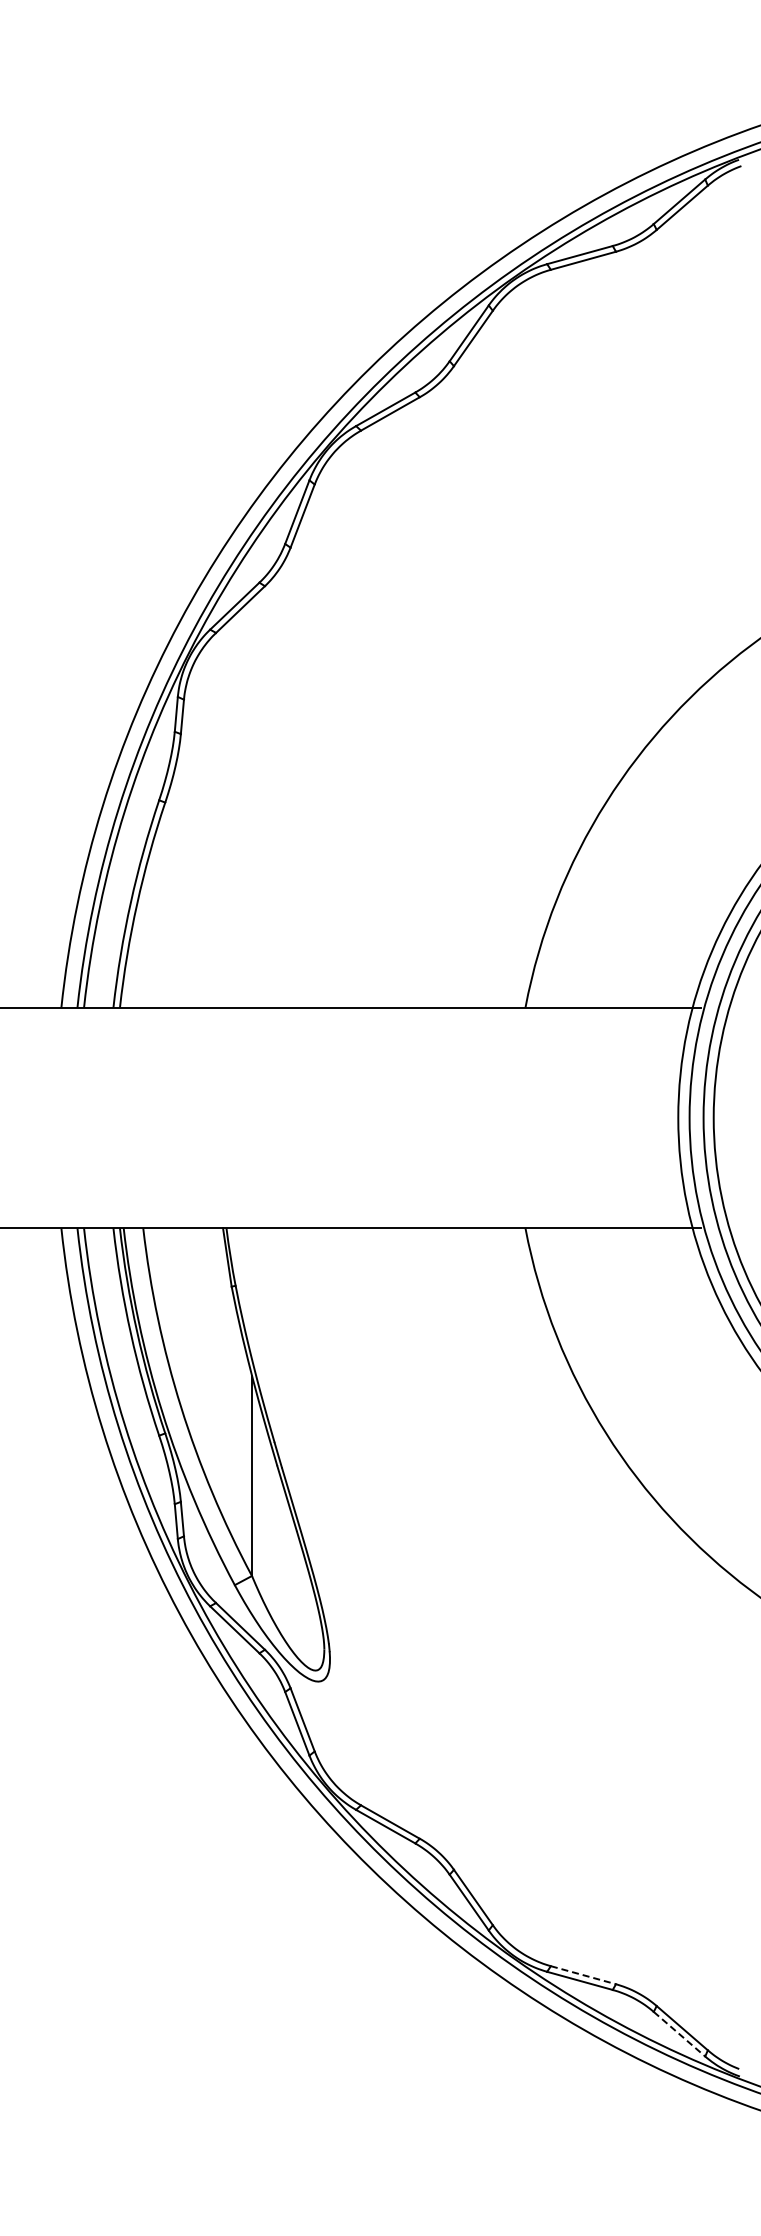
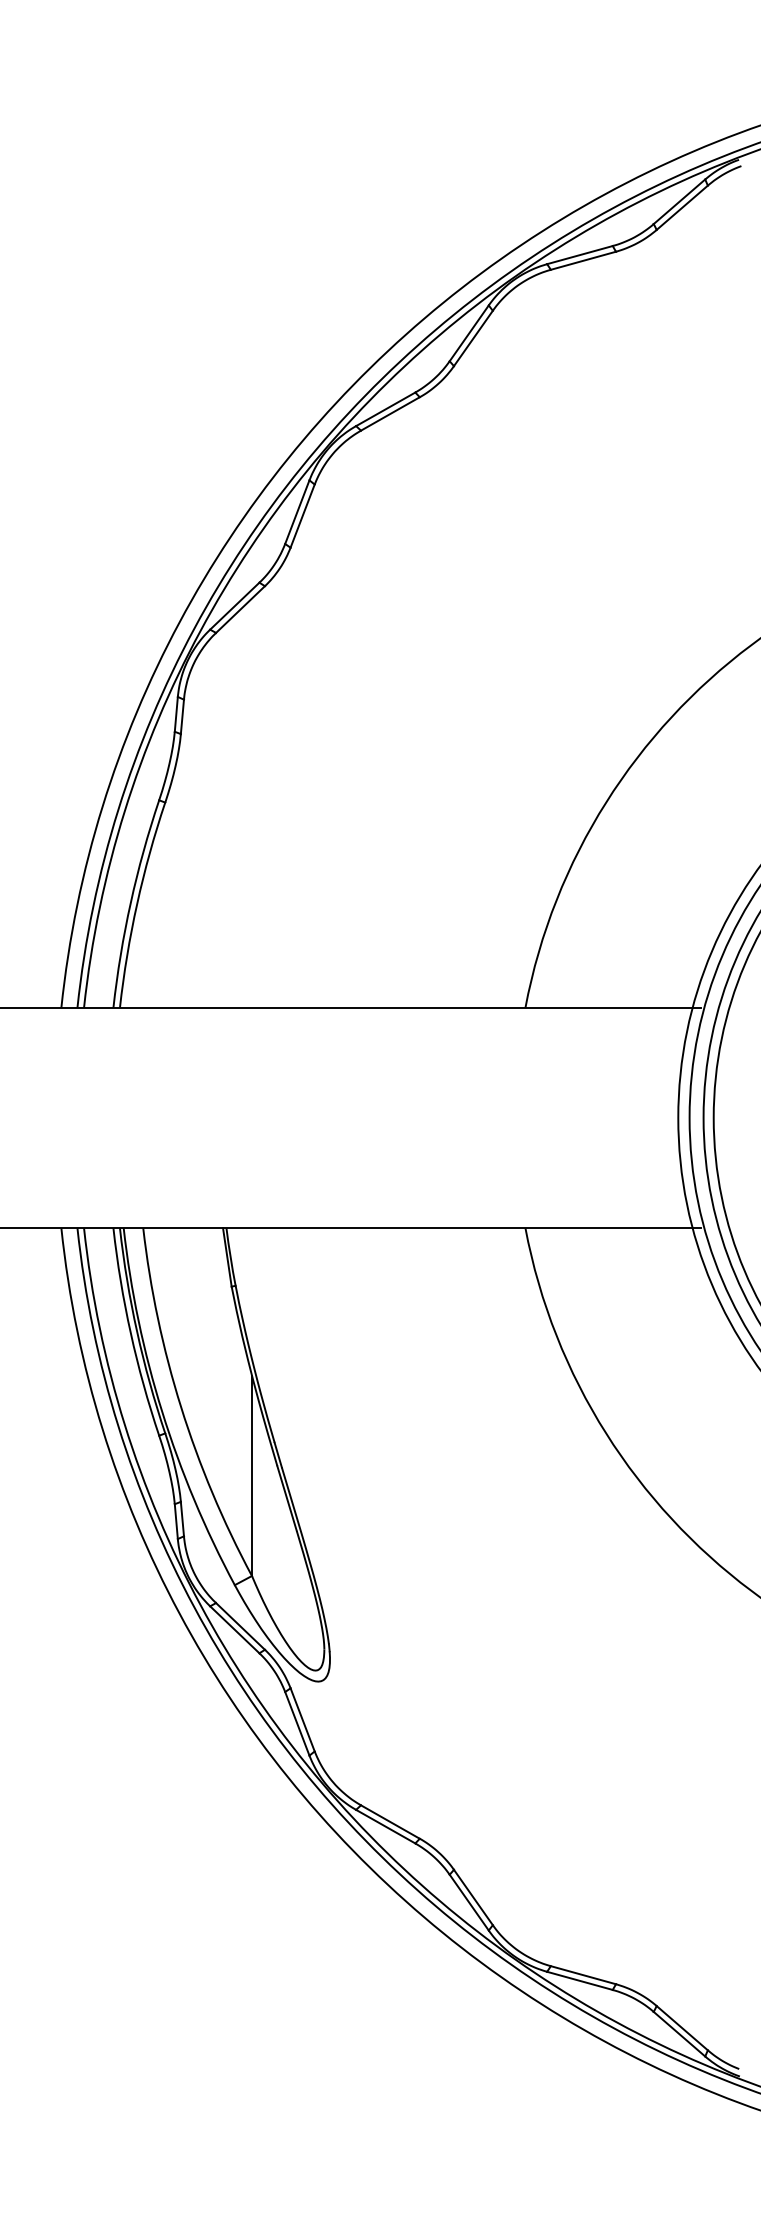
line at (583, 1975): dashed -> solid
line at (679, 2034): dashed -> solid
